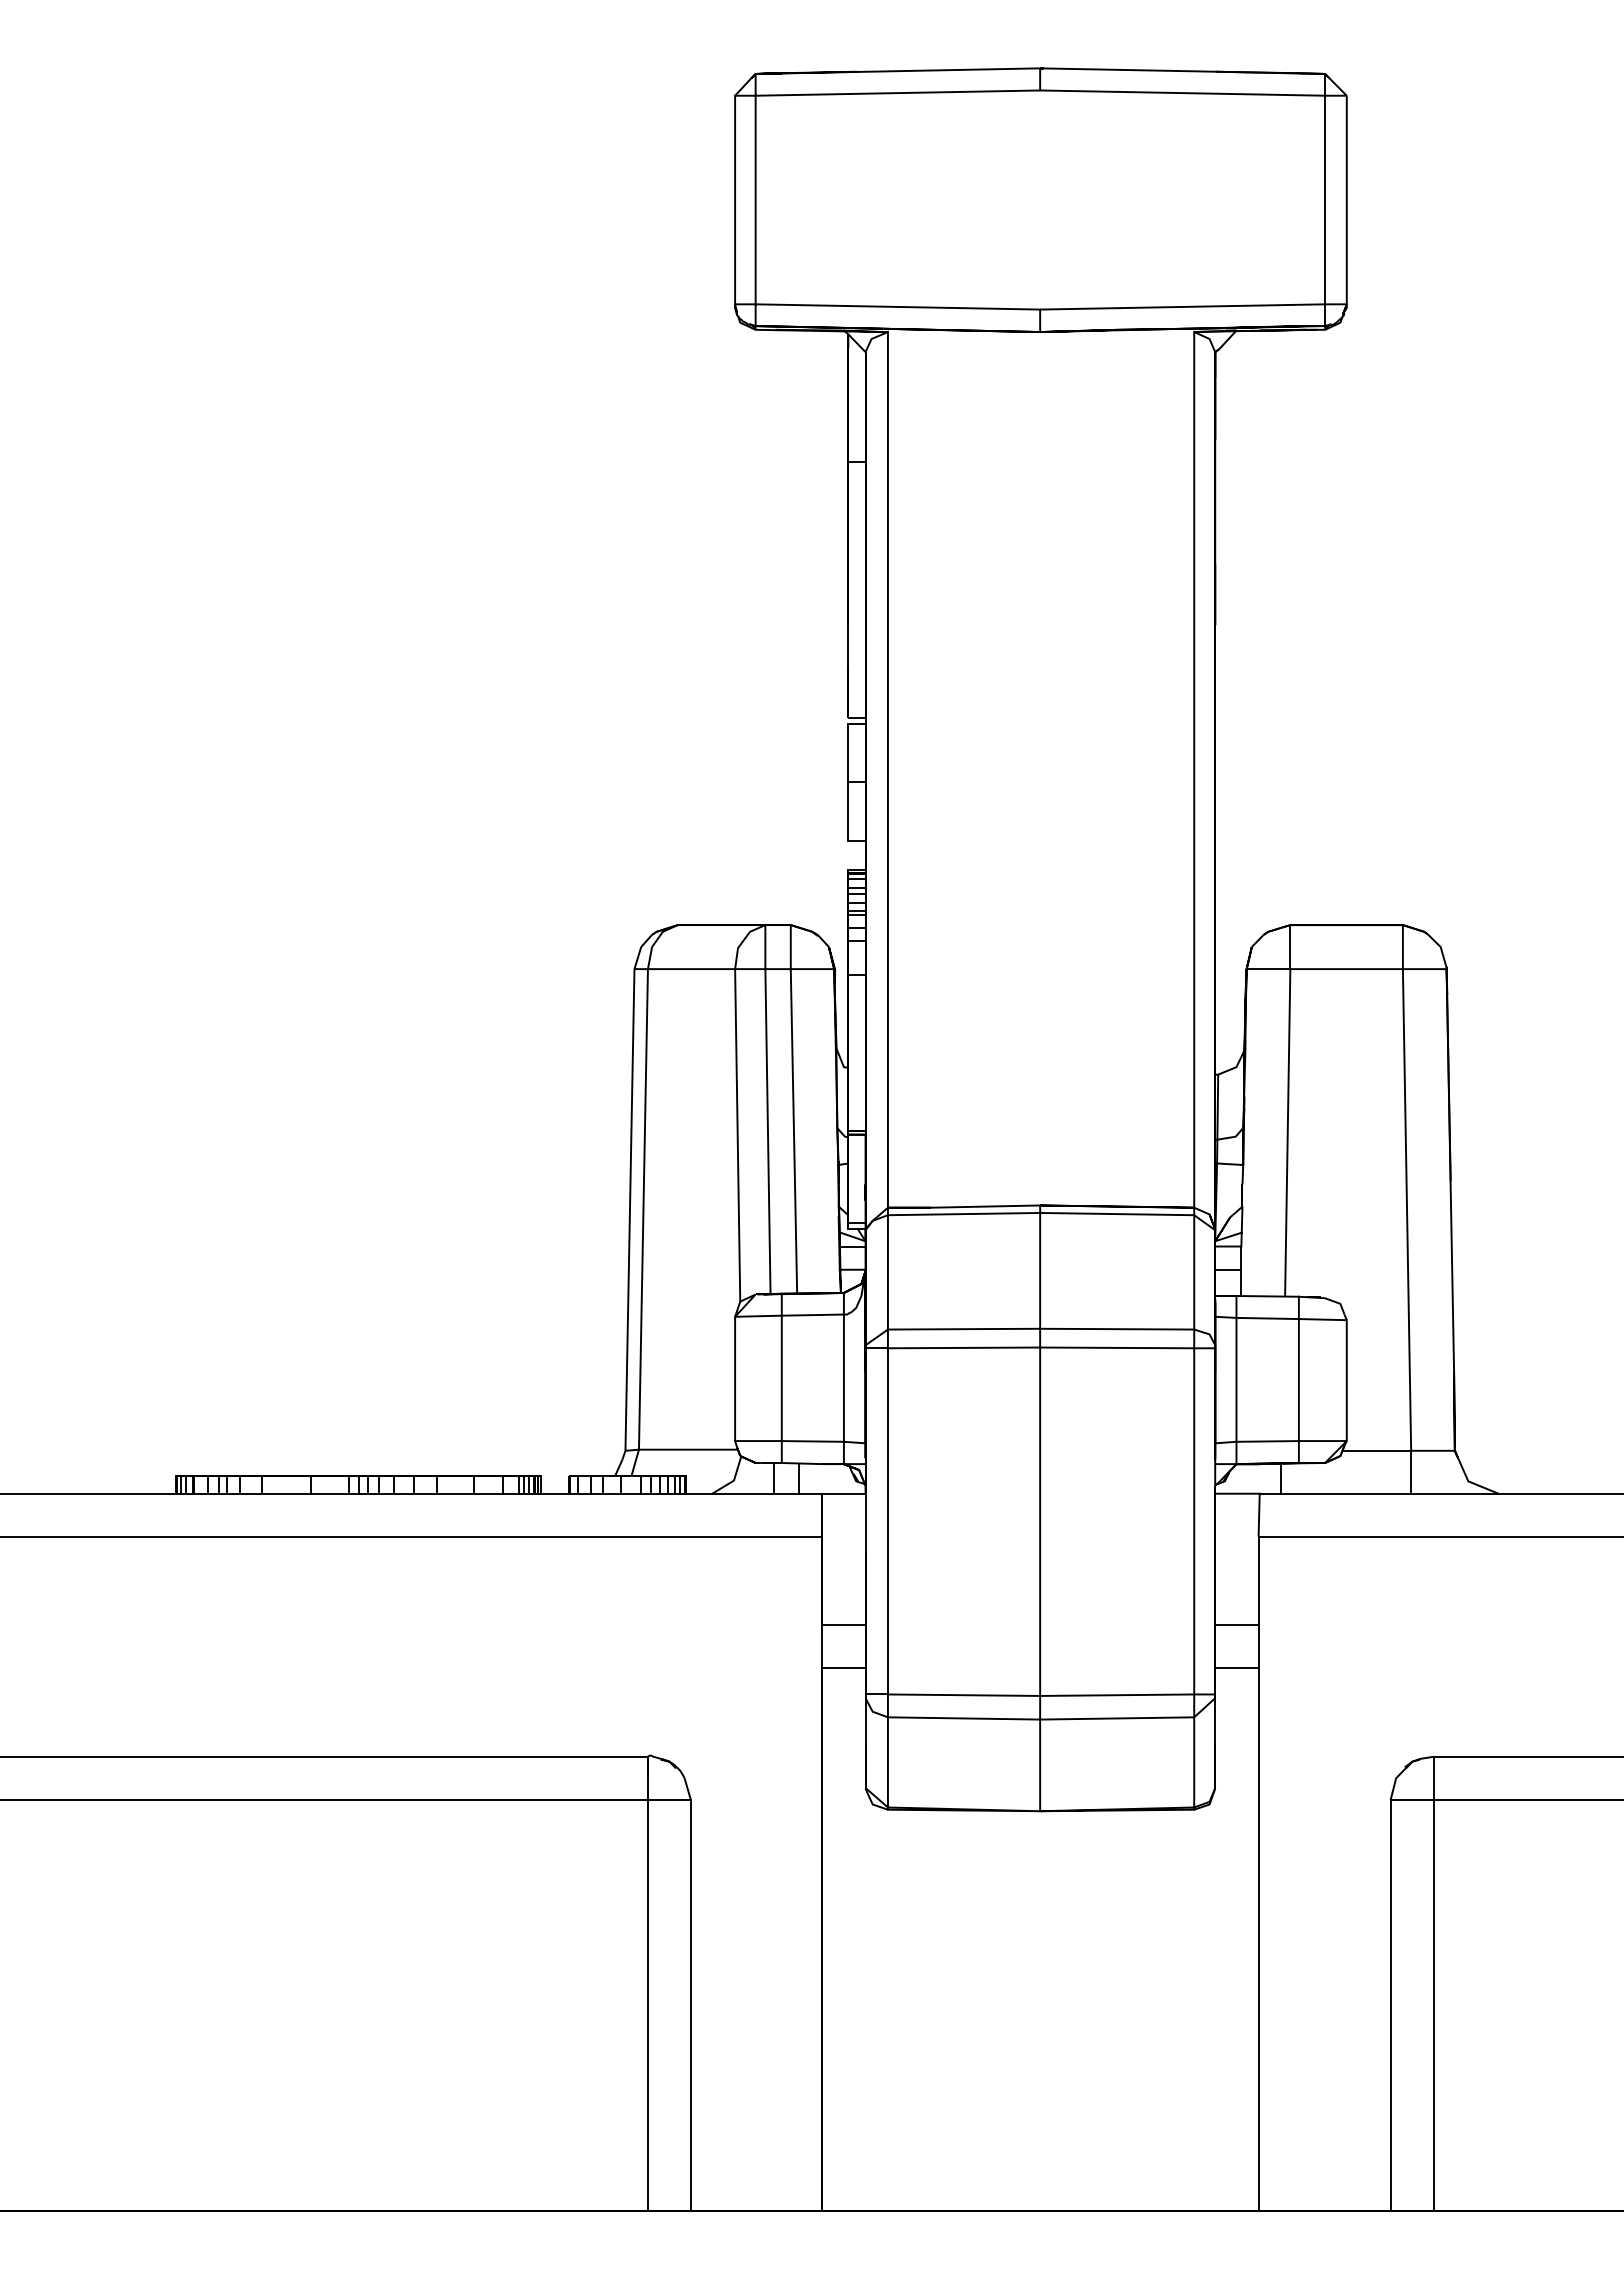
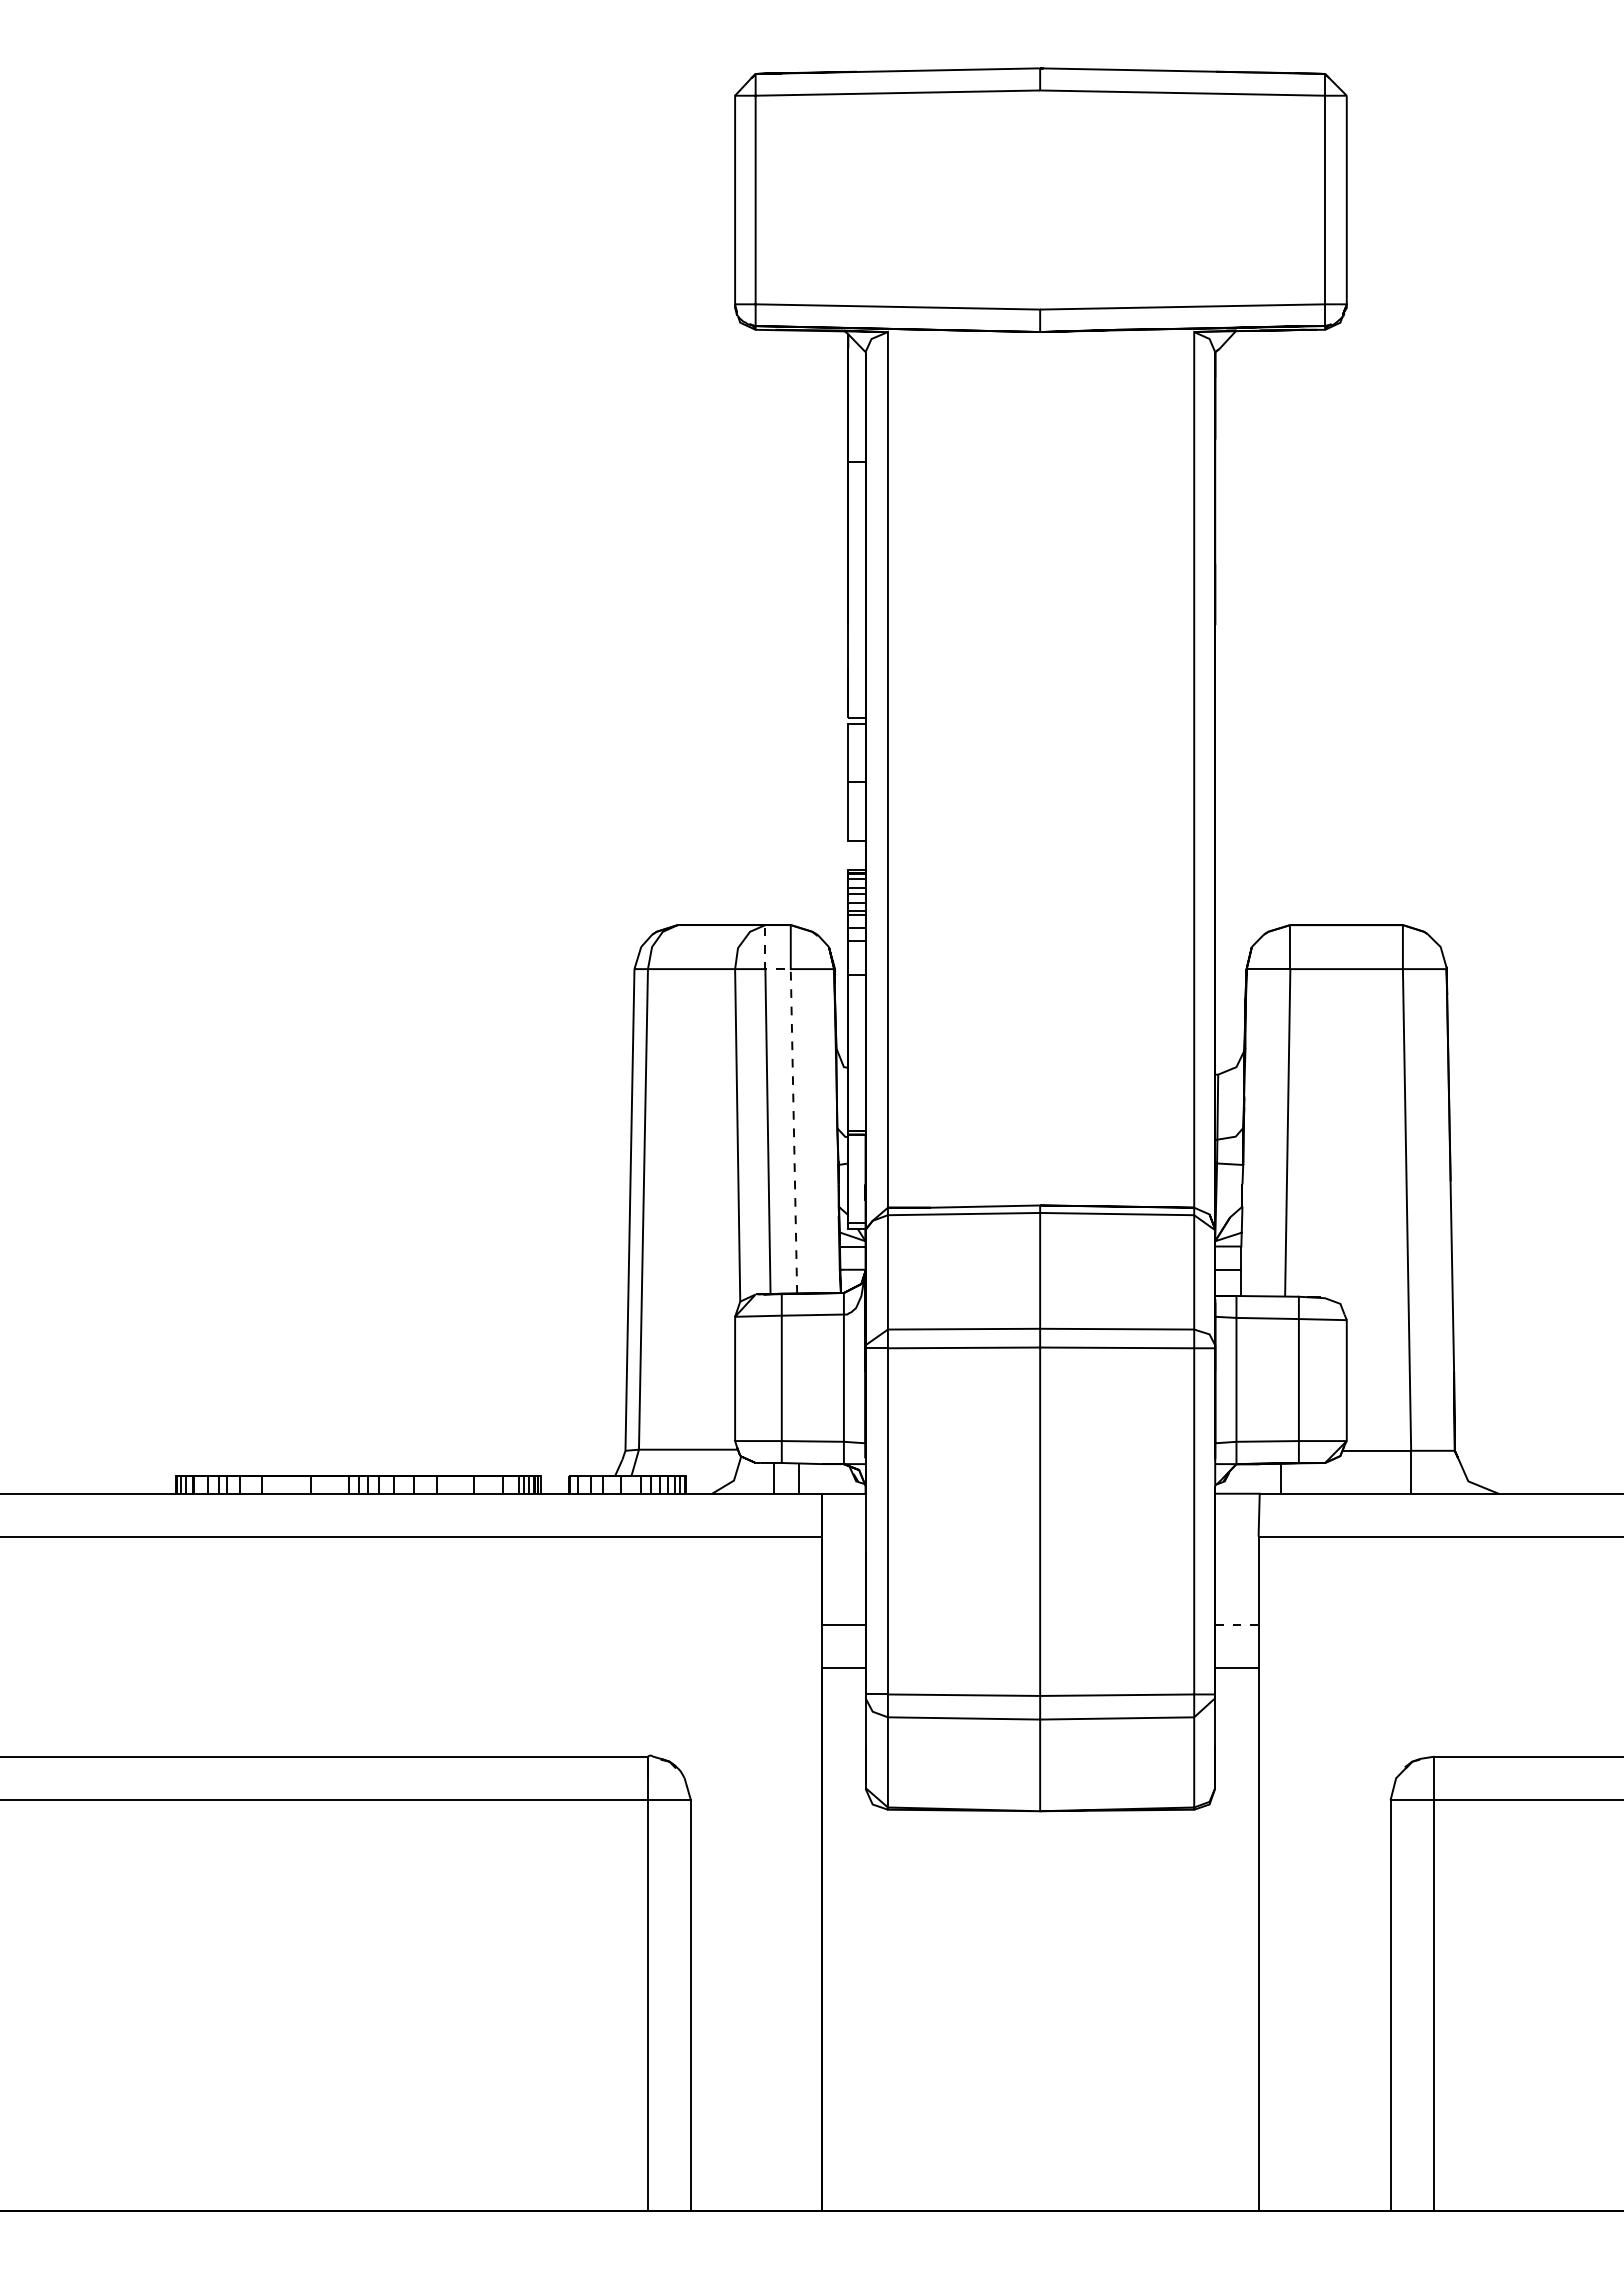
line at (793, 1094): solid -> dashed
line at (1236, 1624): solid -> dashed
